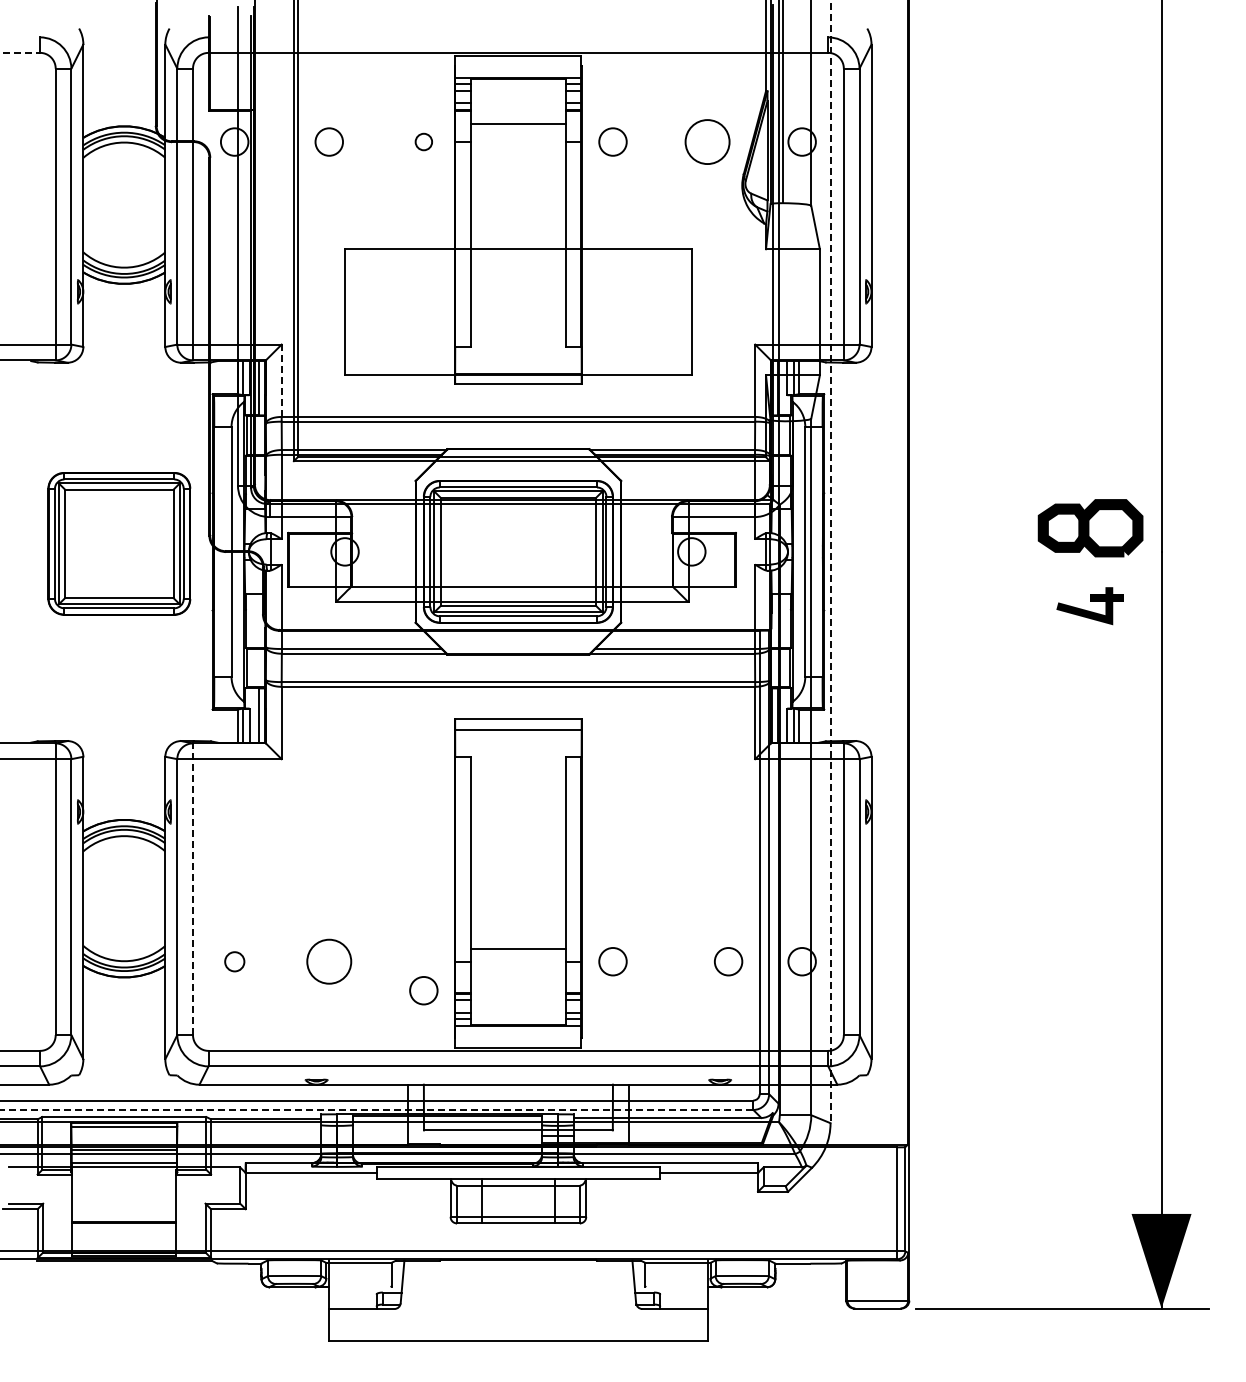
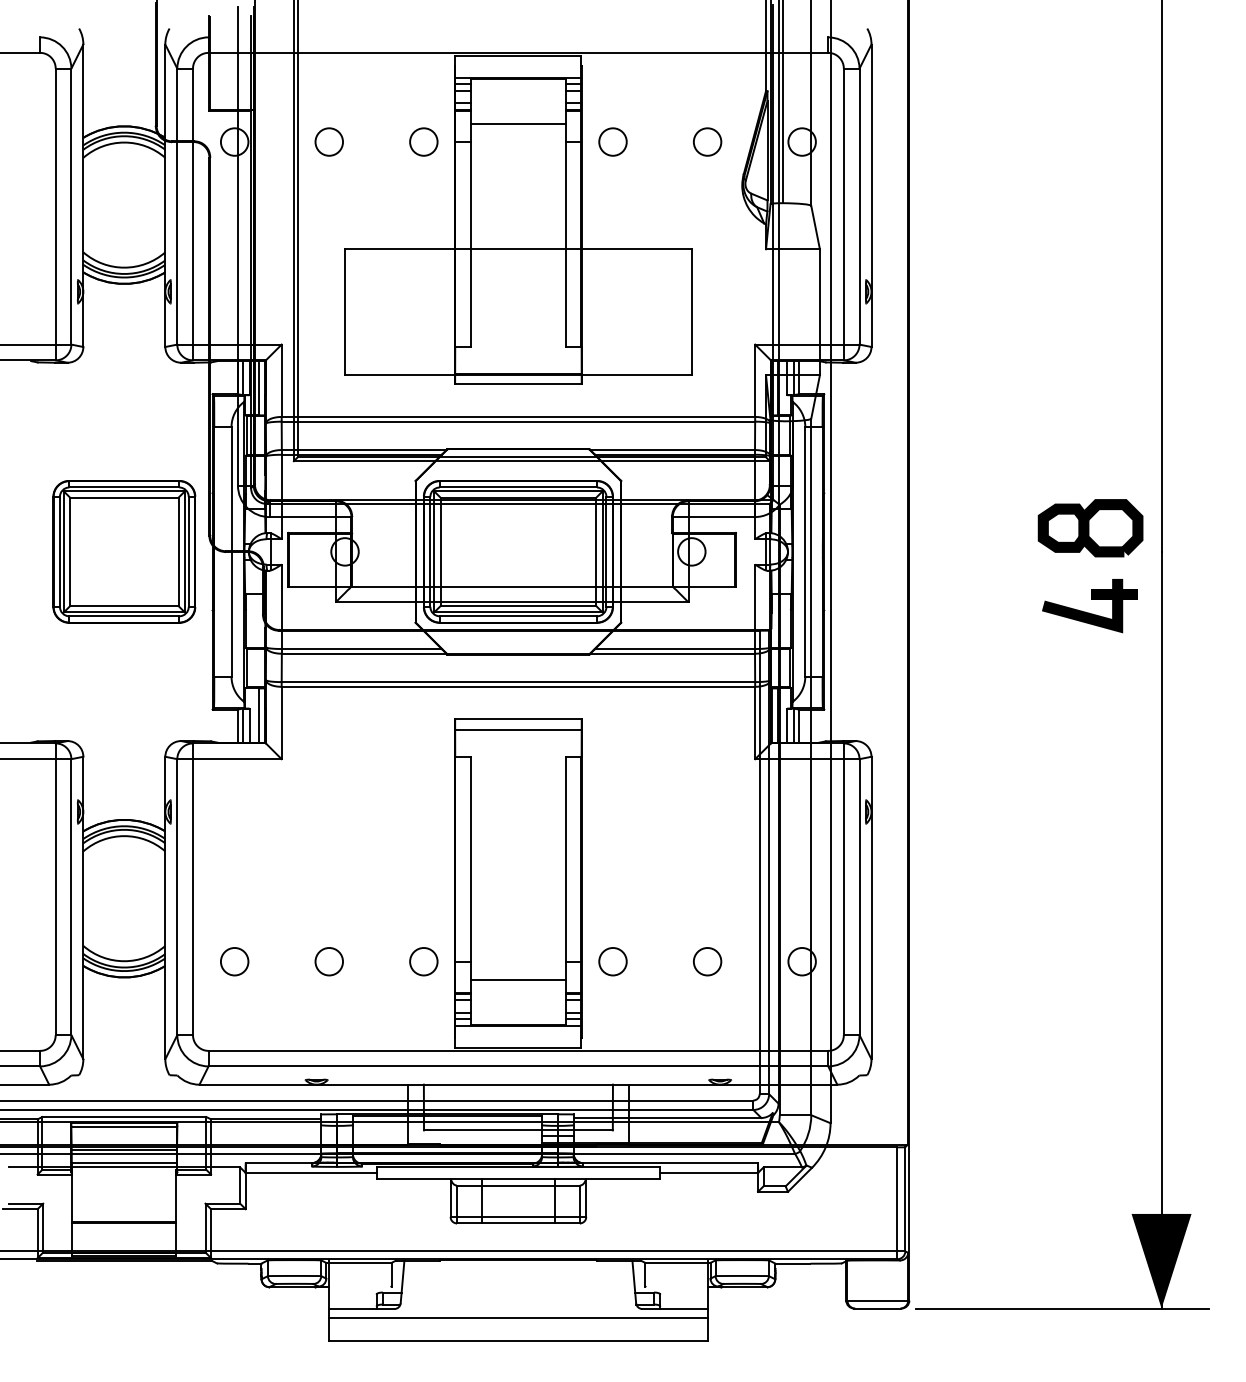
line at (20, 52): dashed -> solid
circle at (423, 141) size: 19x20 px -> 30x30 px
circle at (707, 142) diameter: 44 px -> 27 px
line at (281, 380): dashed -> solid
part at (119, 543) position: (119, 543) -> (124, 551)
line at (830, 562): dashed -> solid
part at (1089, 606) size: 68x39 px -> 96x55 px
line at (193, 889): dashed -> solid
line at (518, 949) position: (518, 949) -> (518, 980)
circle at (234, 961) size: 22x22 px -> 30x30 px
circle at (329, 961) diameter: 44 px -> 27 px
circle at (728, 961) position: (728, 961) -> (707, 961)
circle at (423, 990) position: (423, 990) -> (423, 961)
line at (376, 1109): dashed -> solid
line at (518, 1318): none -> present
